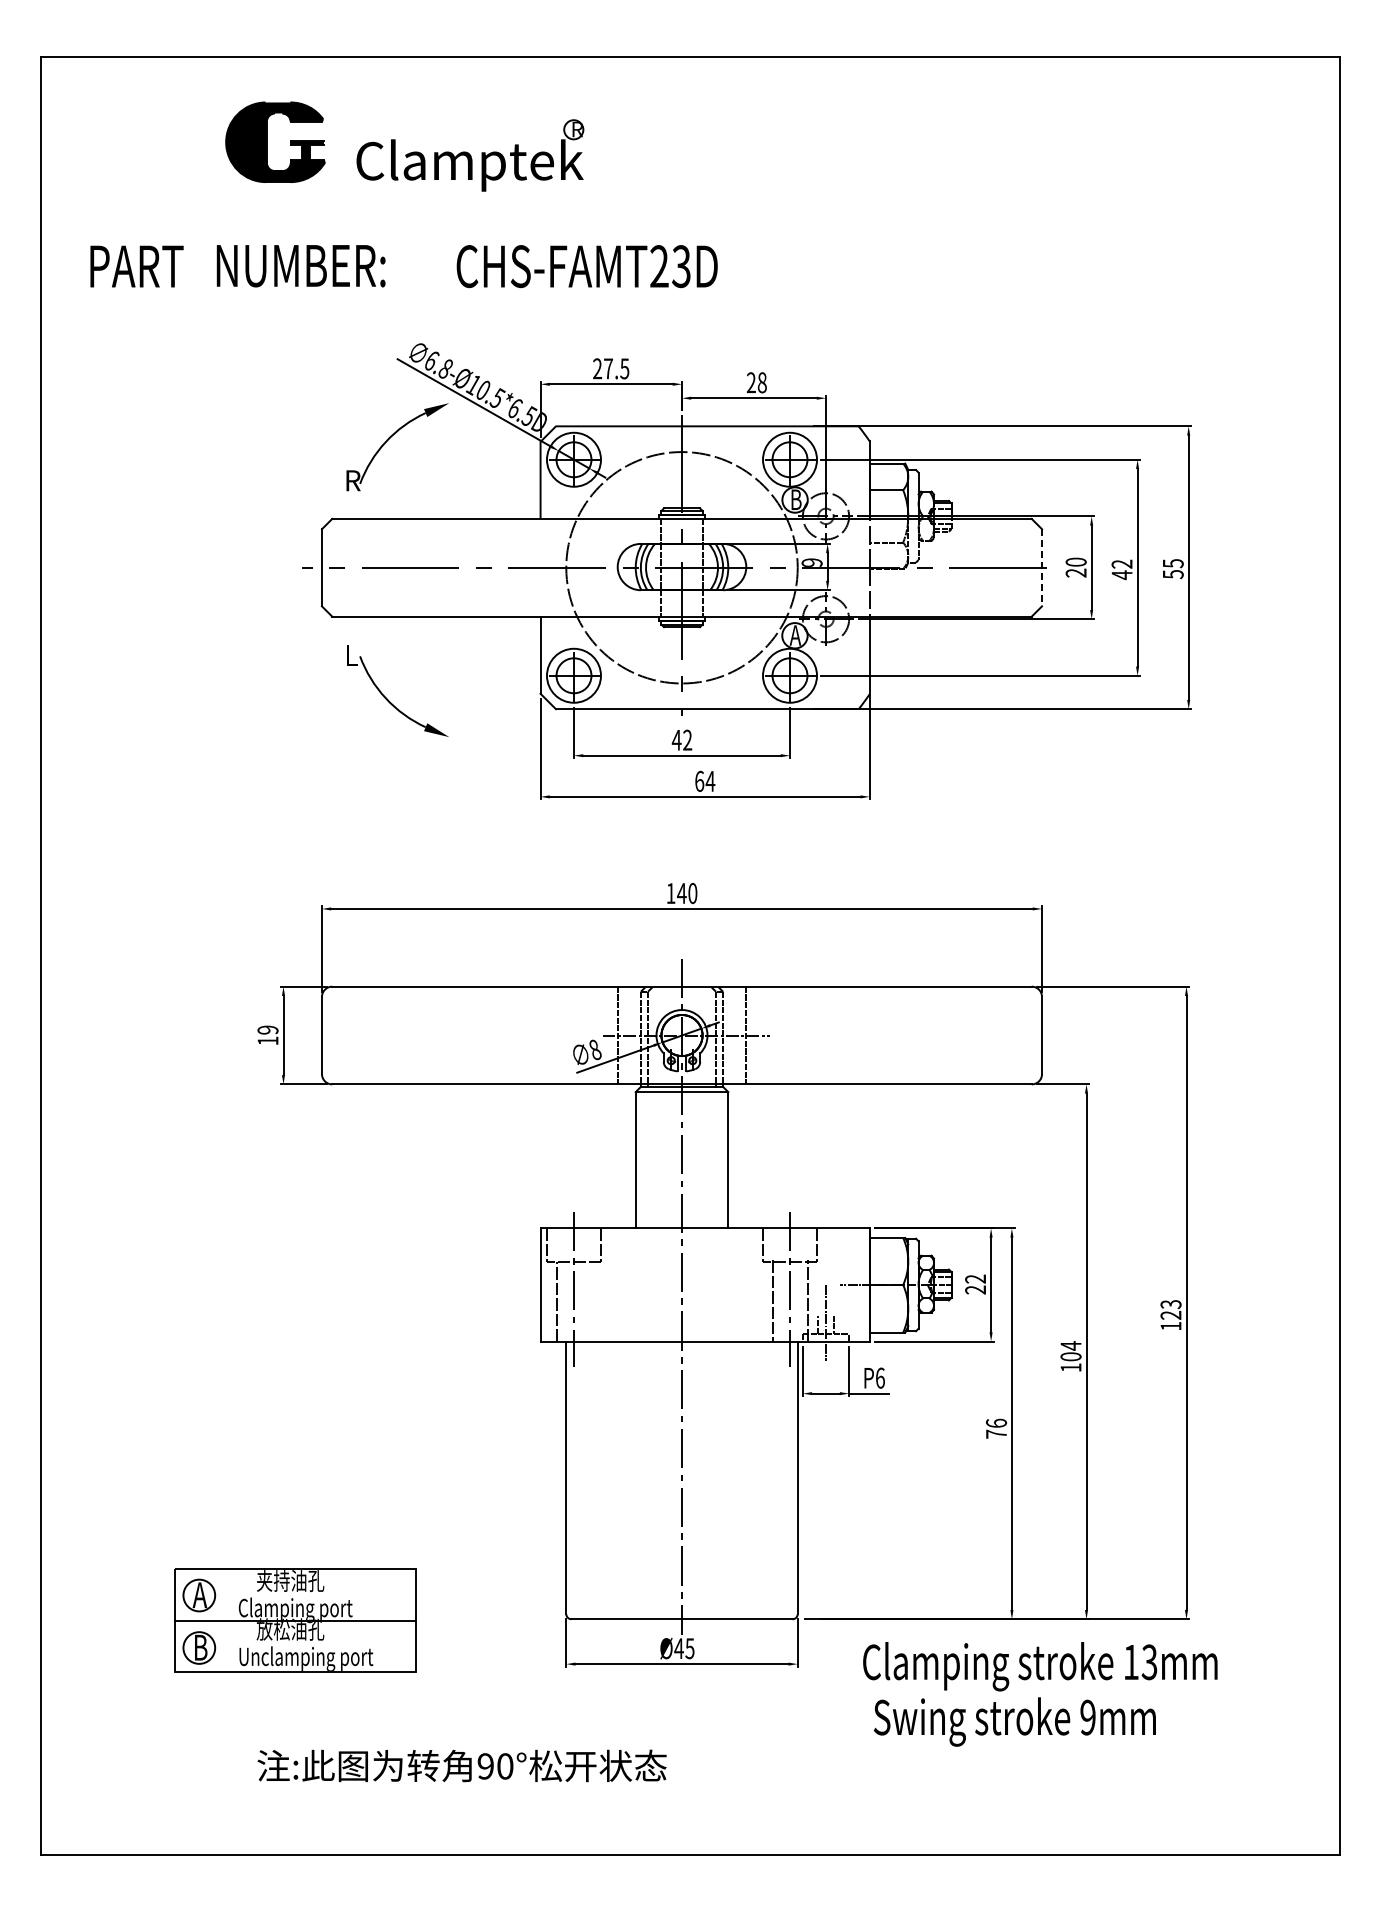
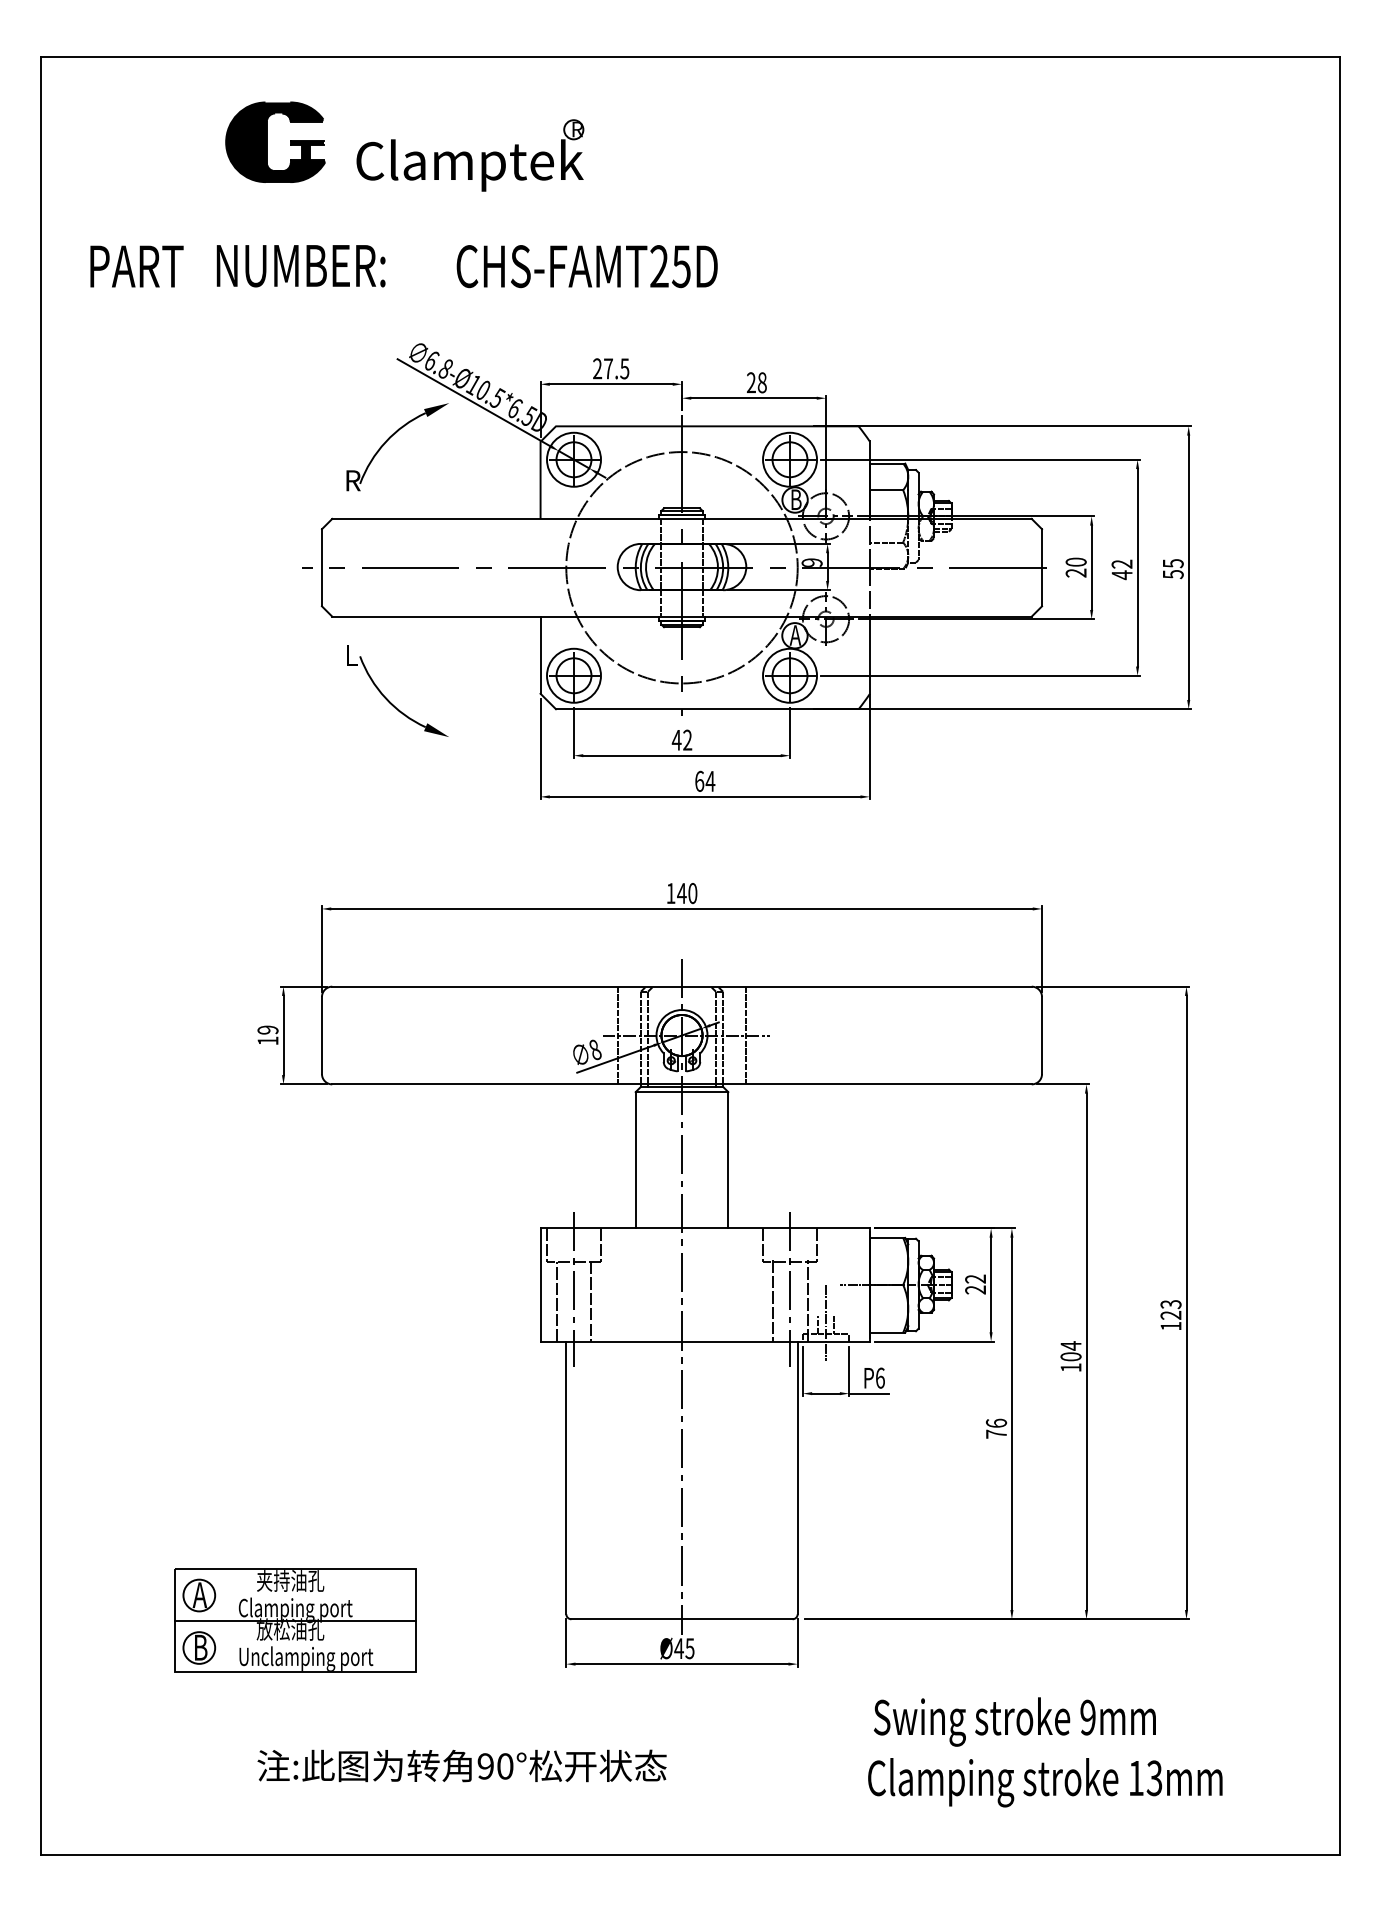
text at (681, 266): CHS-FAMT23D -> CHS-FAMT25D
line at (1042, 567): dashed -> solid
line at (591, 1301): none -> present
text at (1040, 1666) position: (1040, 1666) -> (1045, 1782)
